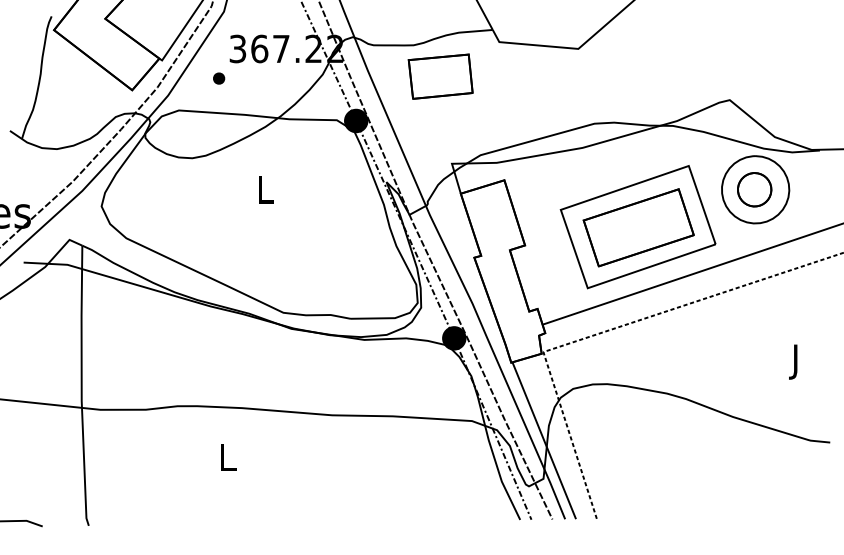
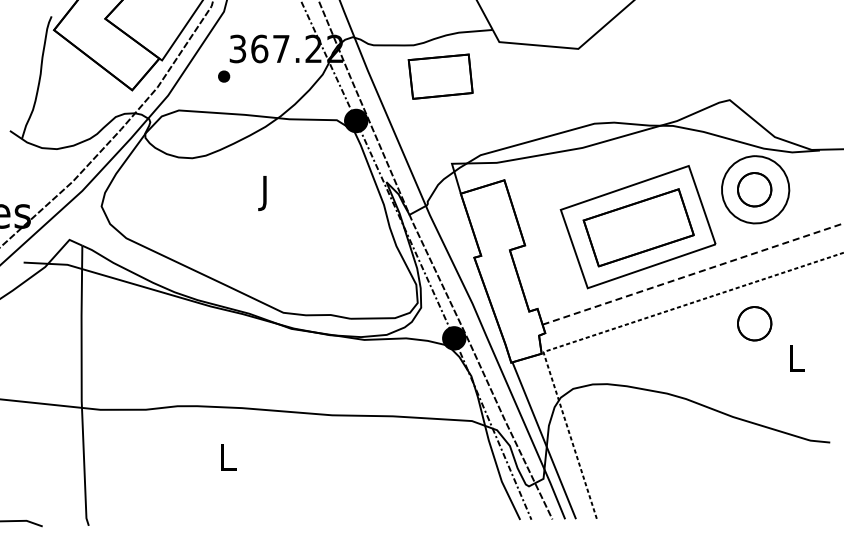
part at (219, 78) position: (219, 78) -> (224, 76)
text at (265, 193): L -> J
line at (693, 274): solid -> dashed
part at (754, 323): none -> present
text at (796, 361): J -> L
